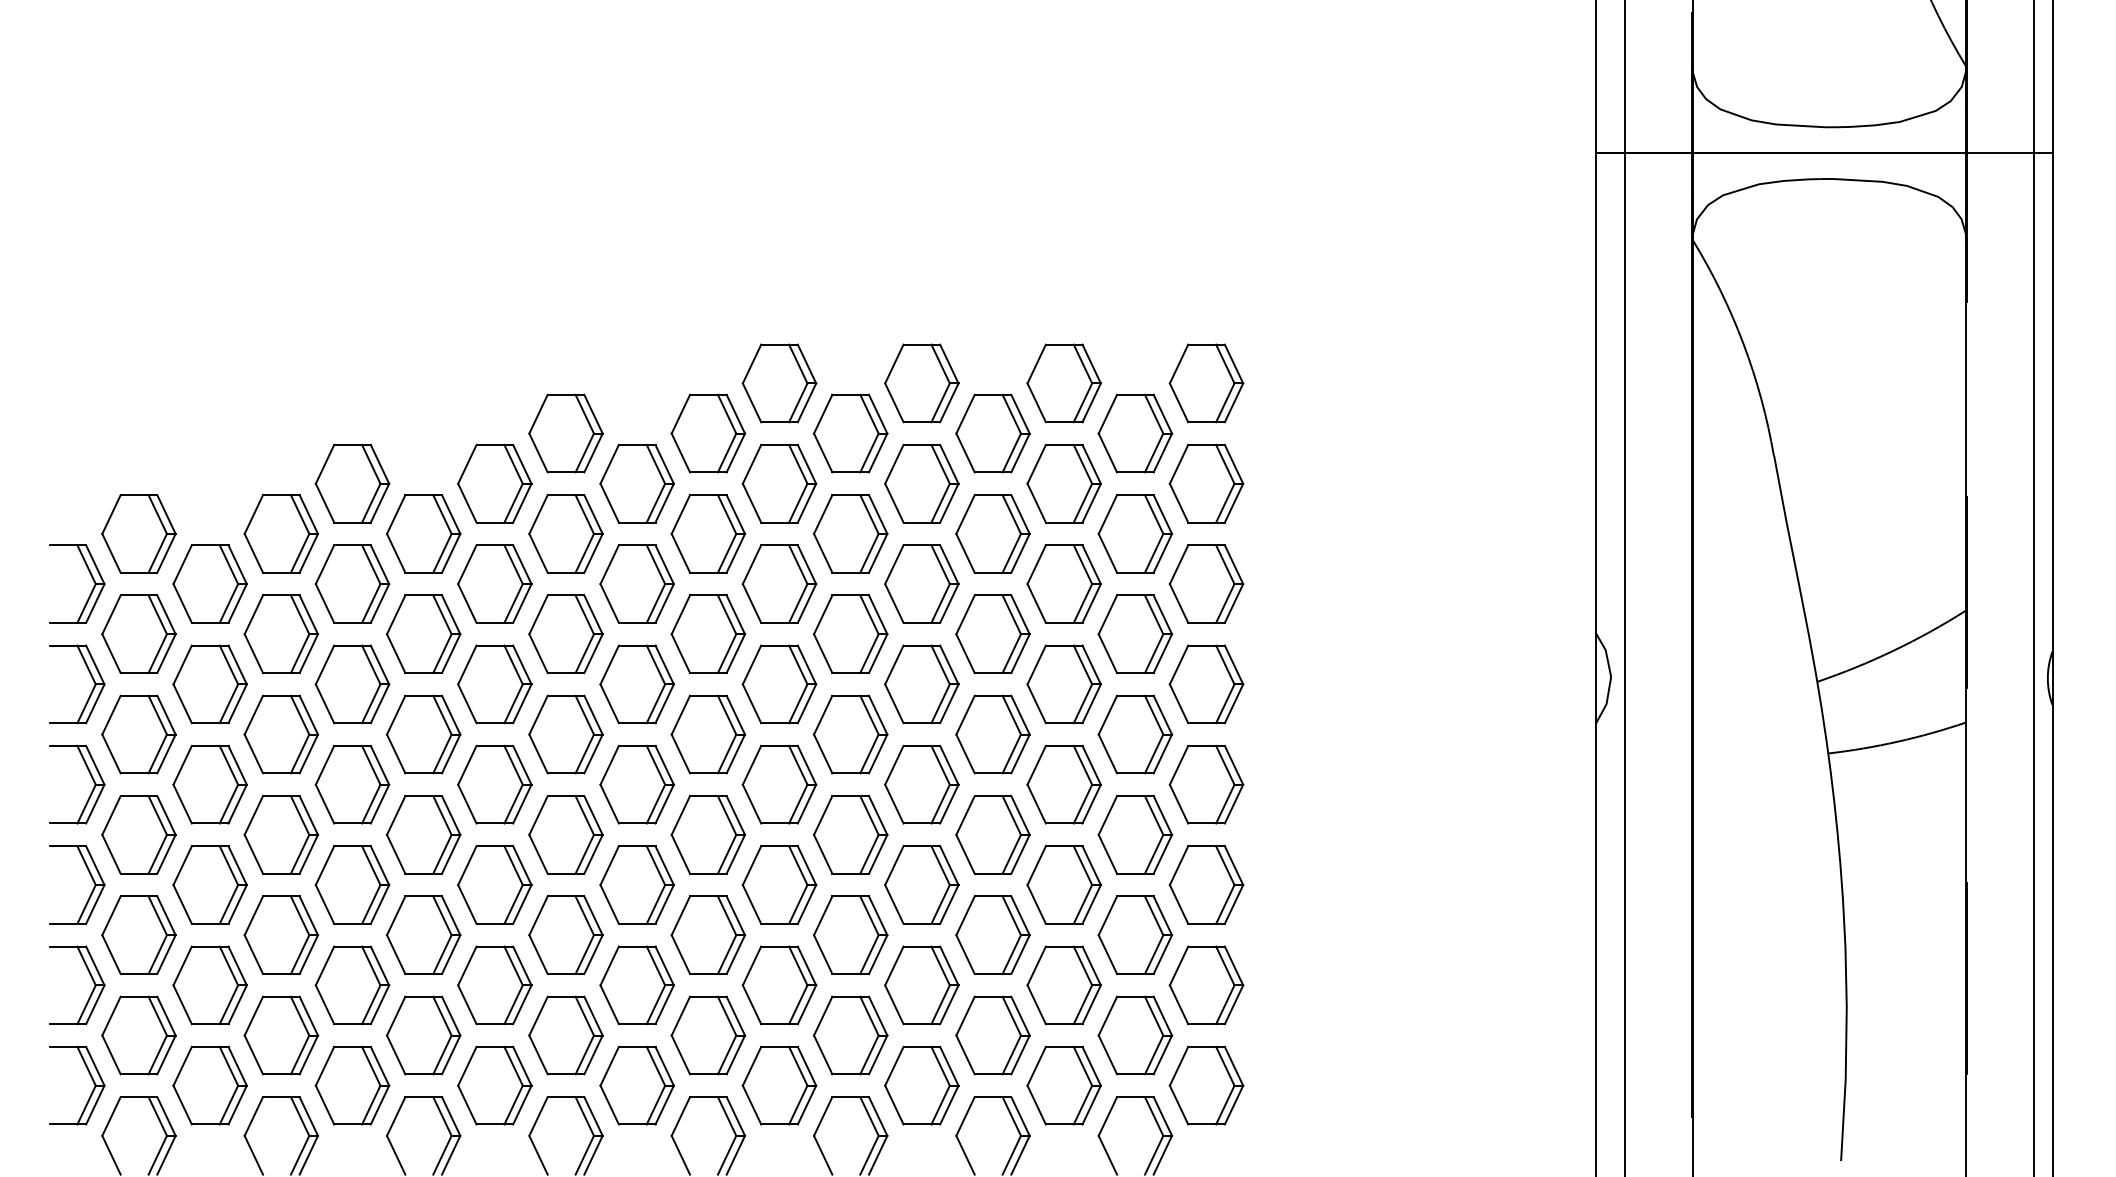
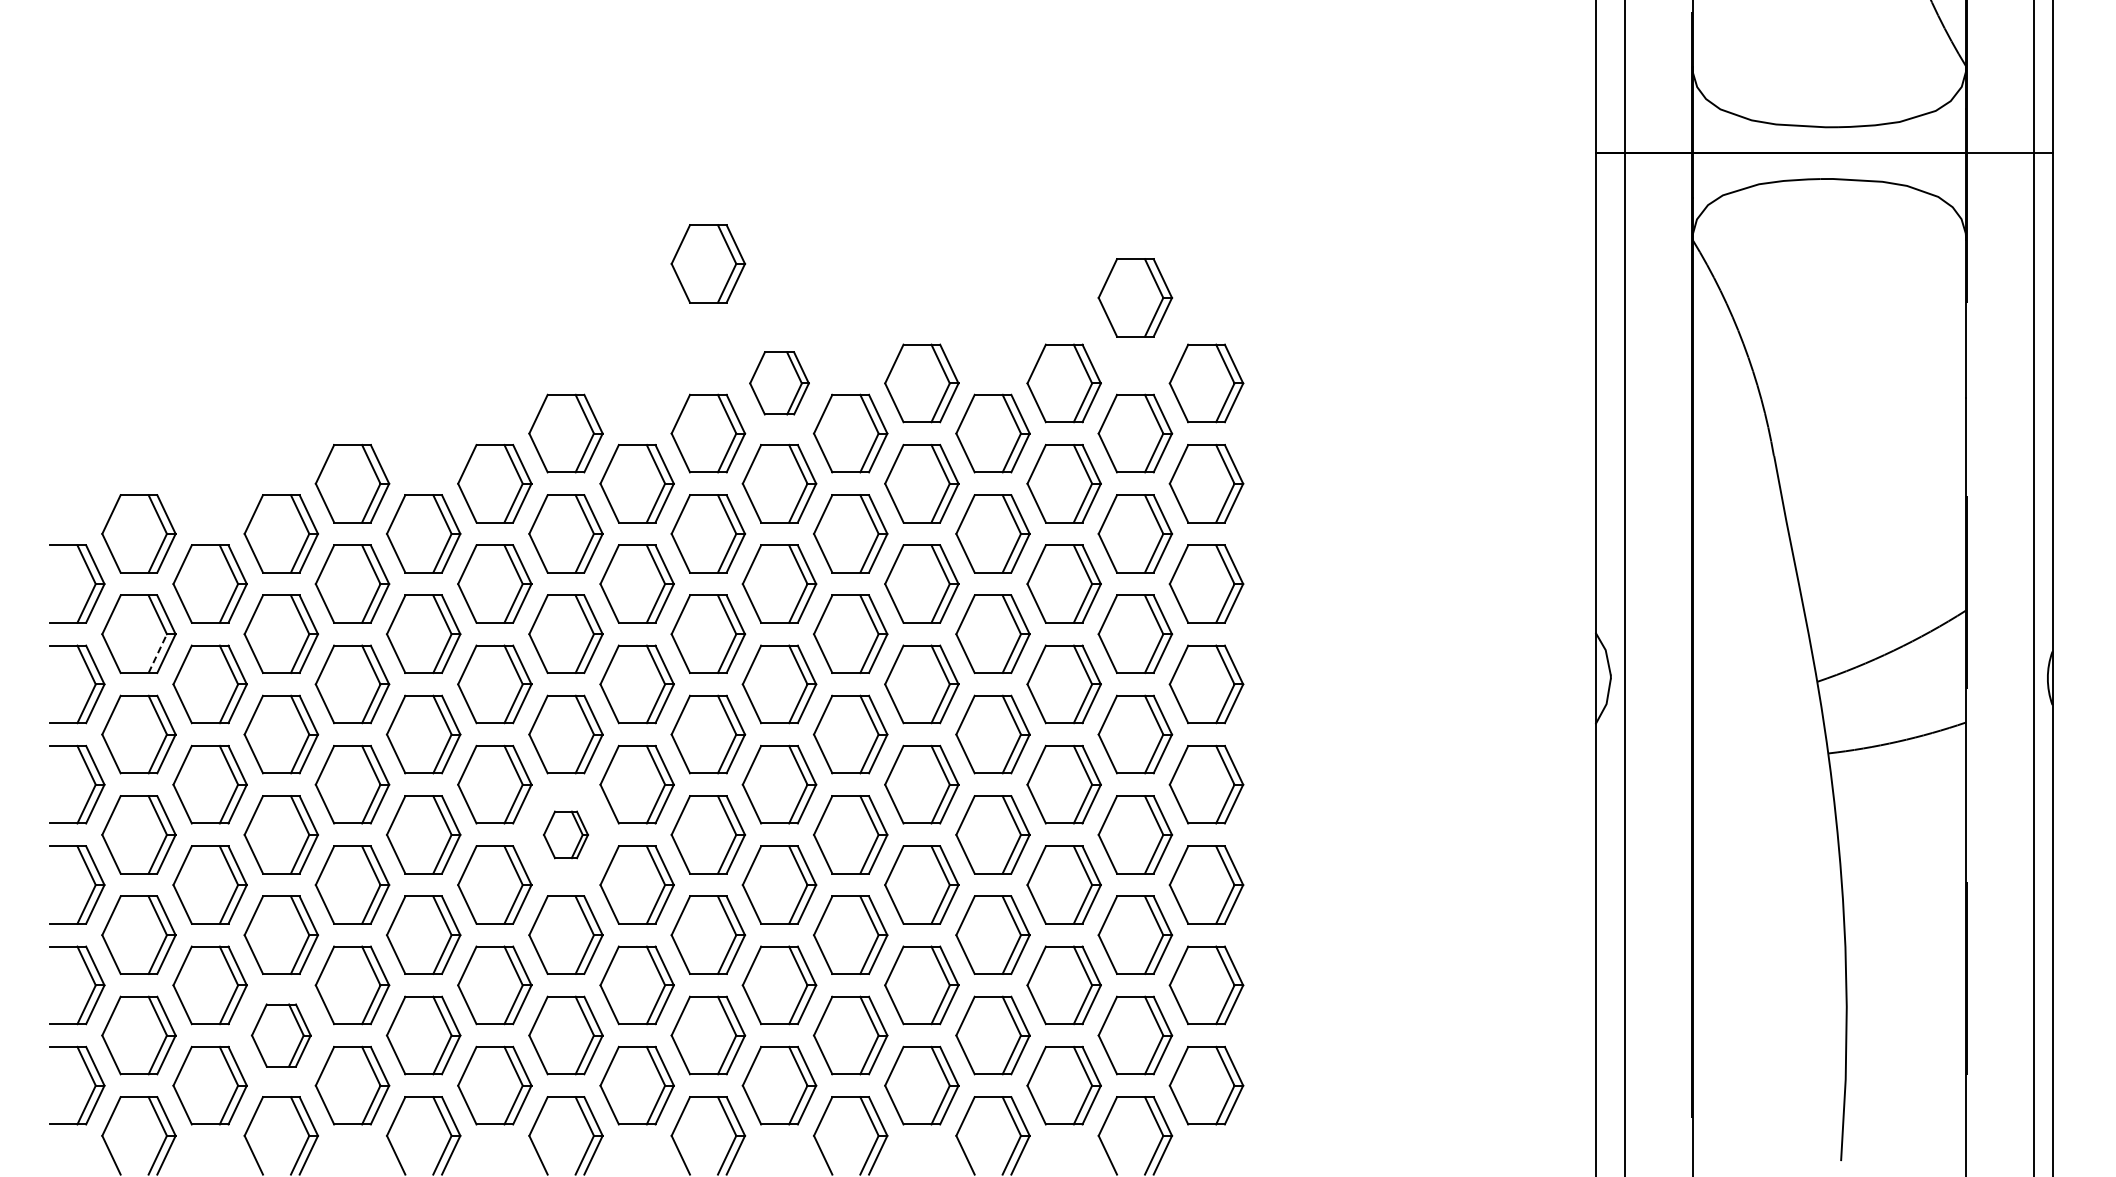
part at (708, 263): none -> present
part at (1135, 297): none -> present
part at (779, 383) size: 77x81 px -> 61x65 px
line at (158, 653): solid -> dashed
part at (565, 834) size: 76x80 px -> 47x50 px
part at (281, 1035) size: 77x81 px -> 62x65 px
